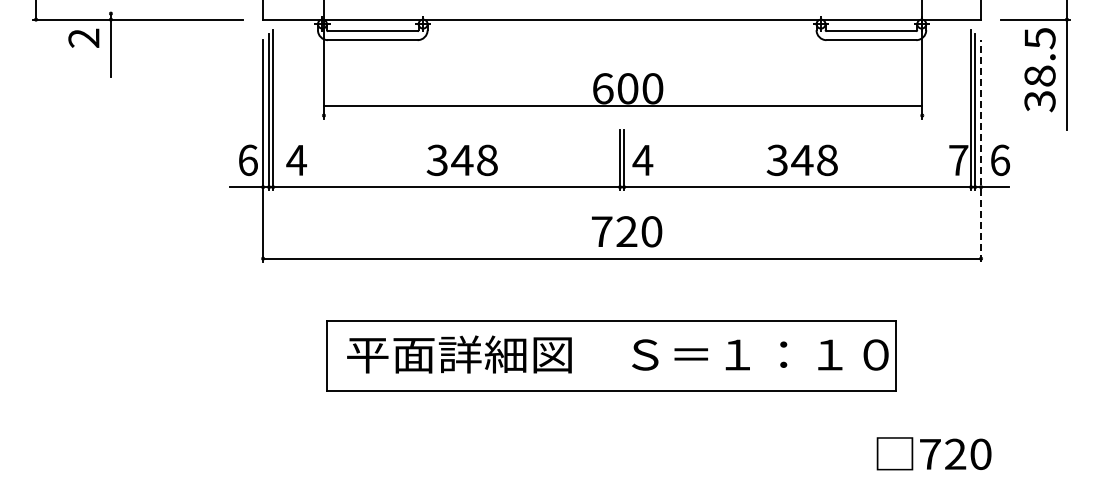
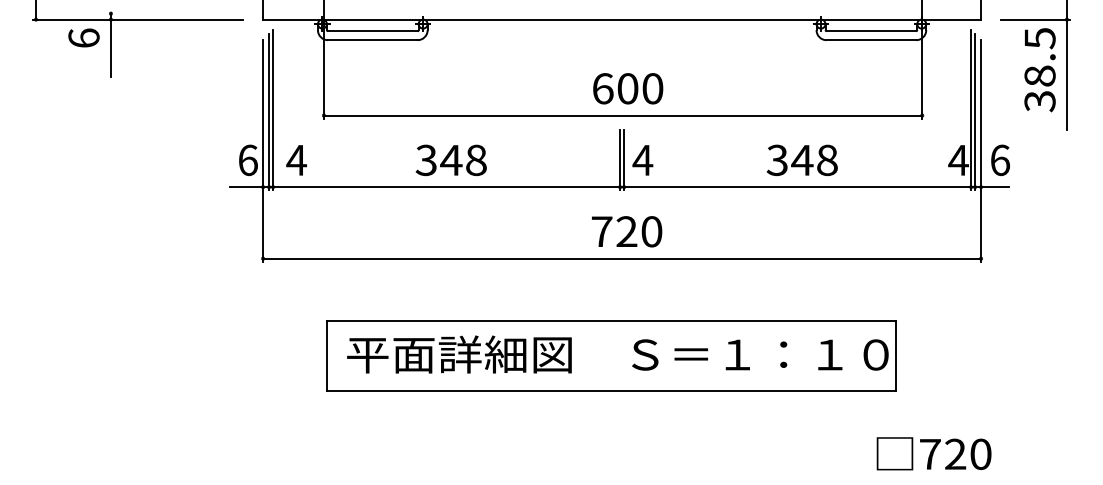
text at (83, 37): 2 -> 6
line at (622, 105) position: (622, 105) -> (622, 115)
line at (981, 150): dashed -> solid
text at (461, 160) position: (461, 160) -> (450, 160)
text at (958, 160): 7 -> 4
